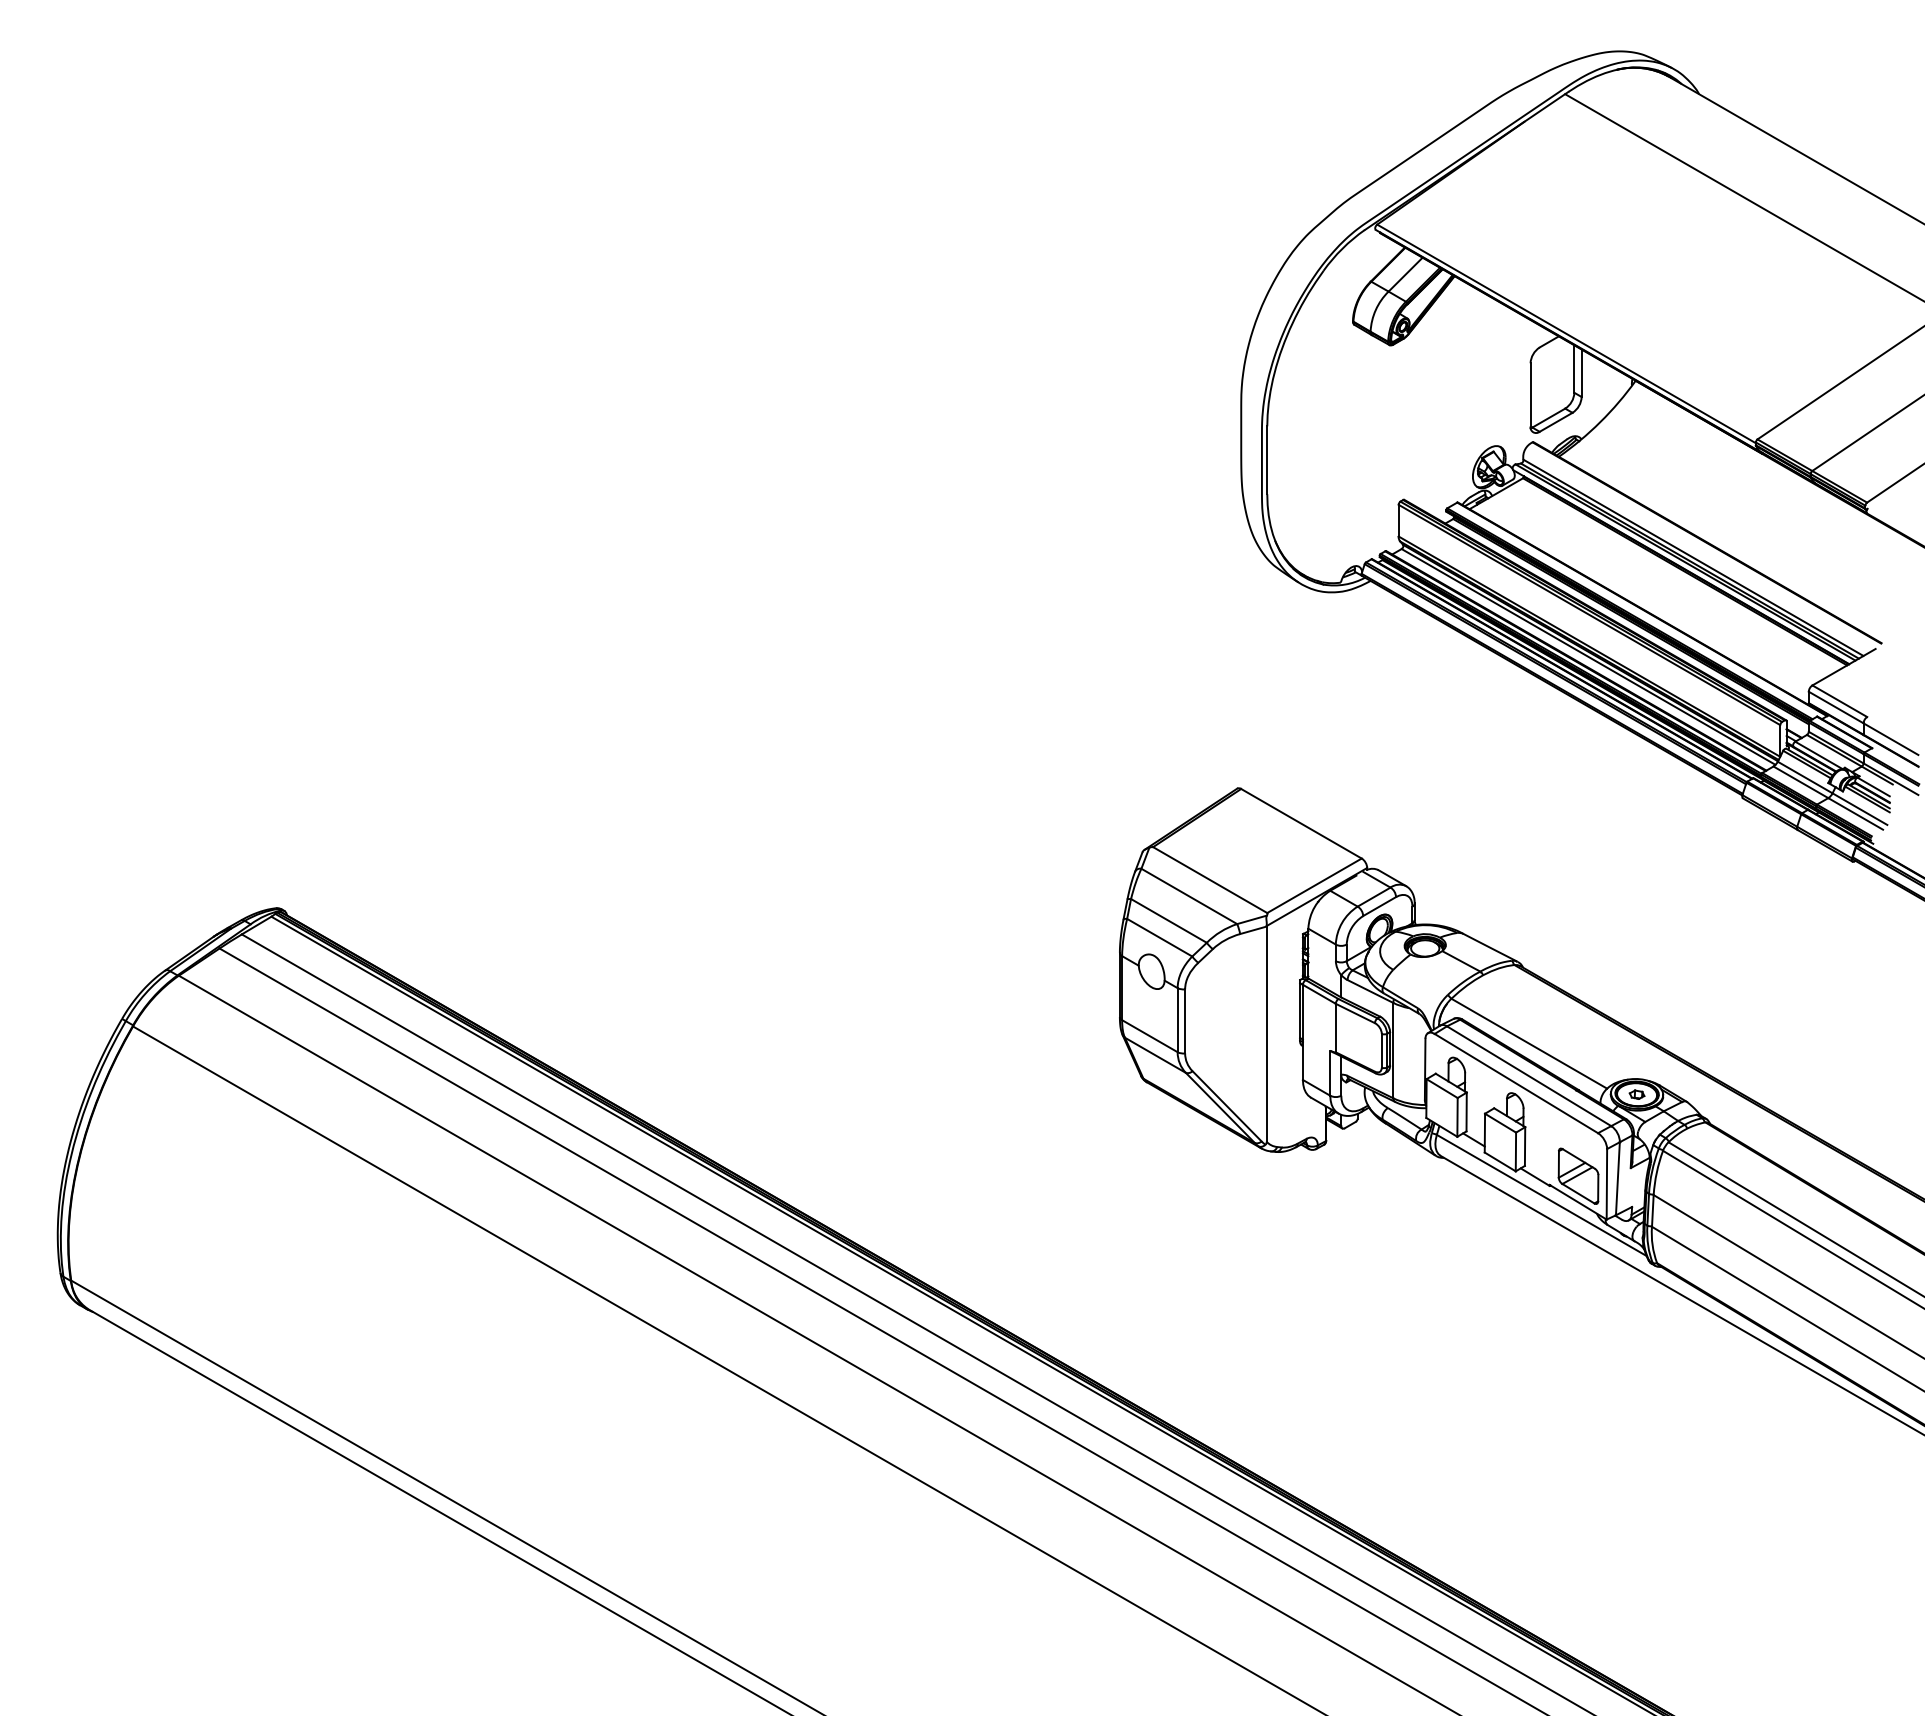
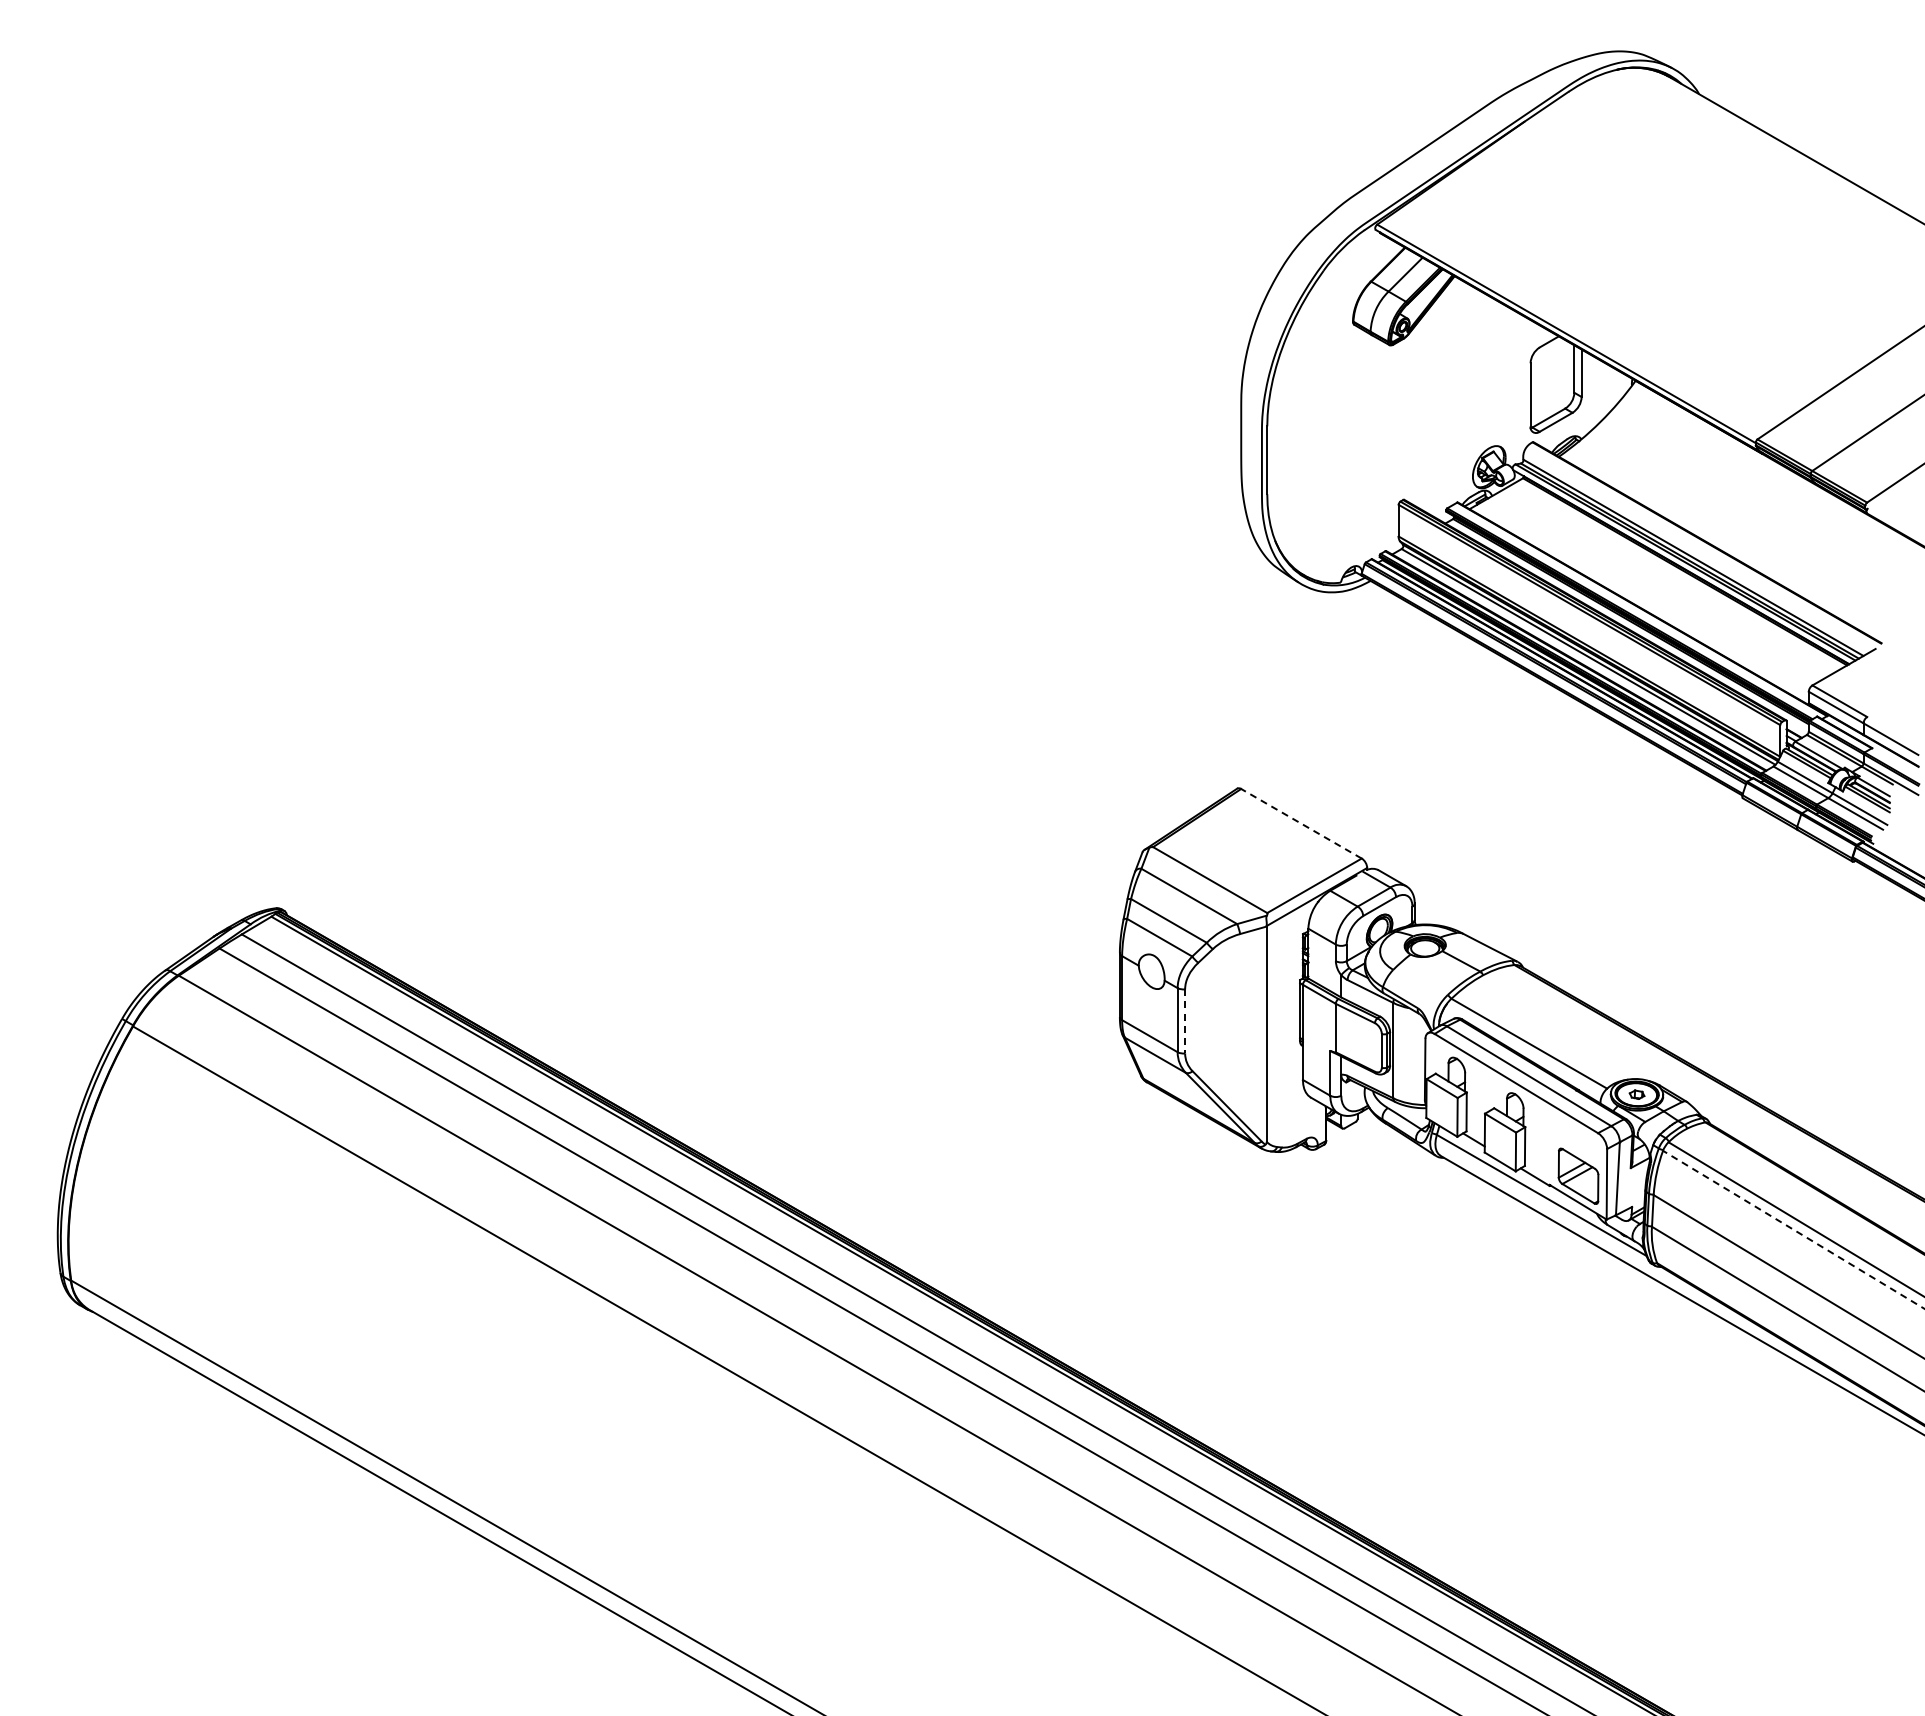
line at (1743, 196): present -> none
line at (1301, 823): solid -> dashed
line at (1185, 1021): solid -> dashed
line at (1793, 1229): solid -> dashed
